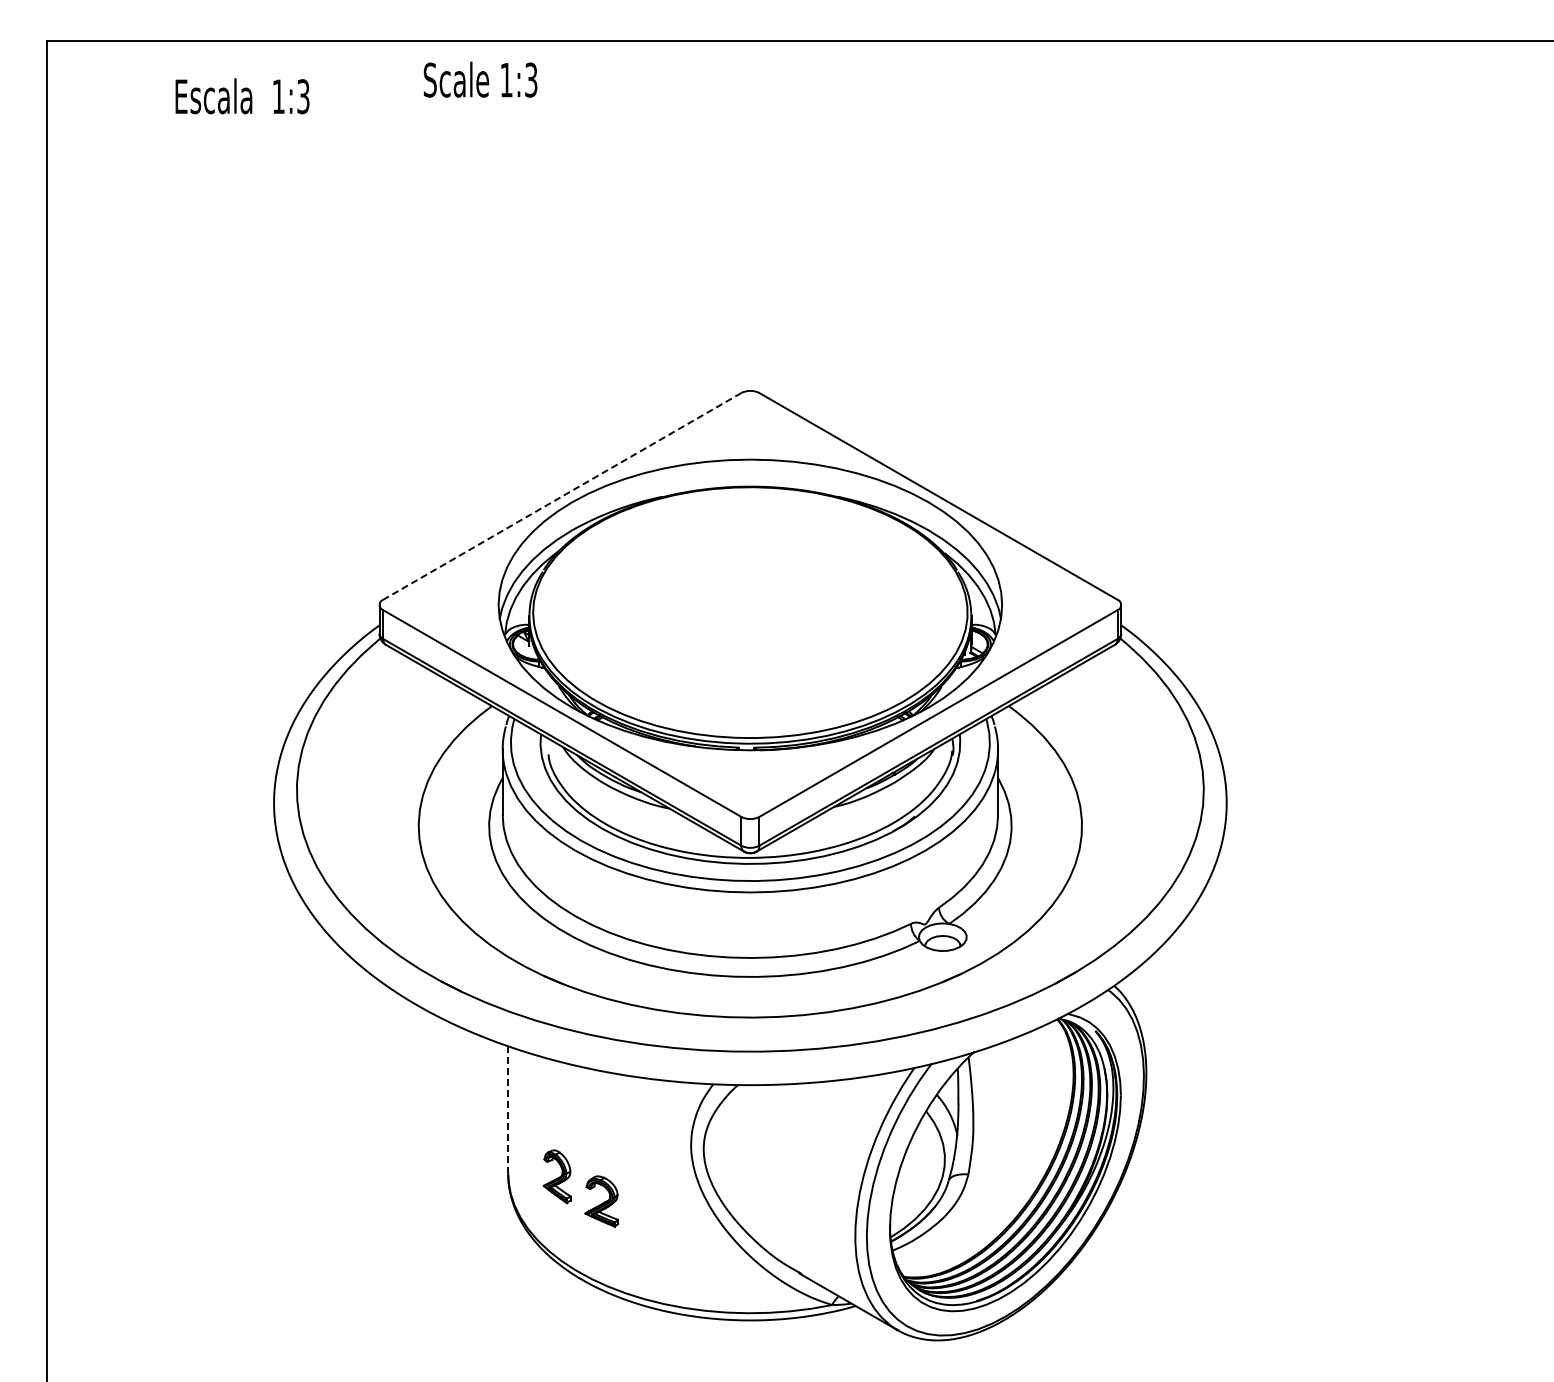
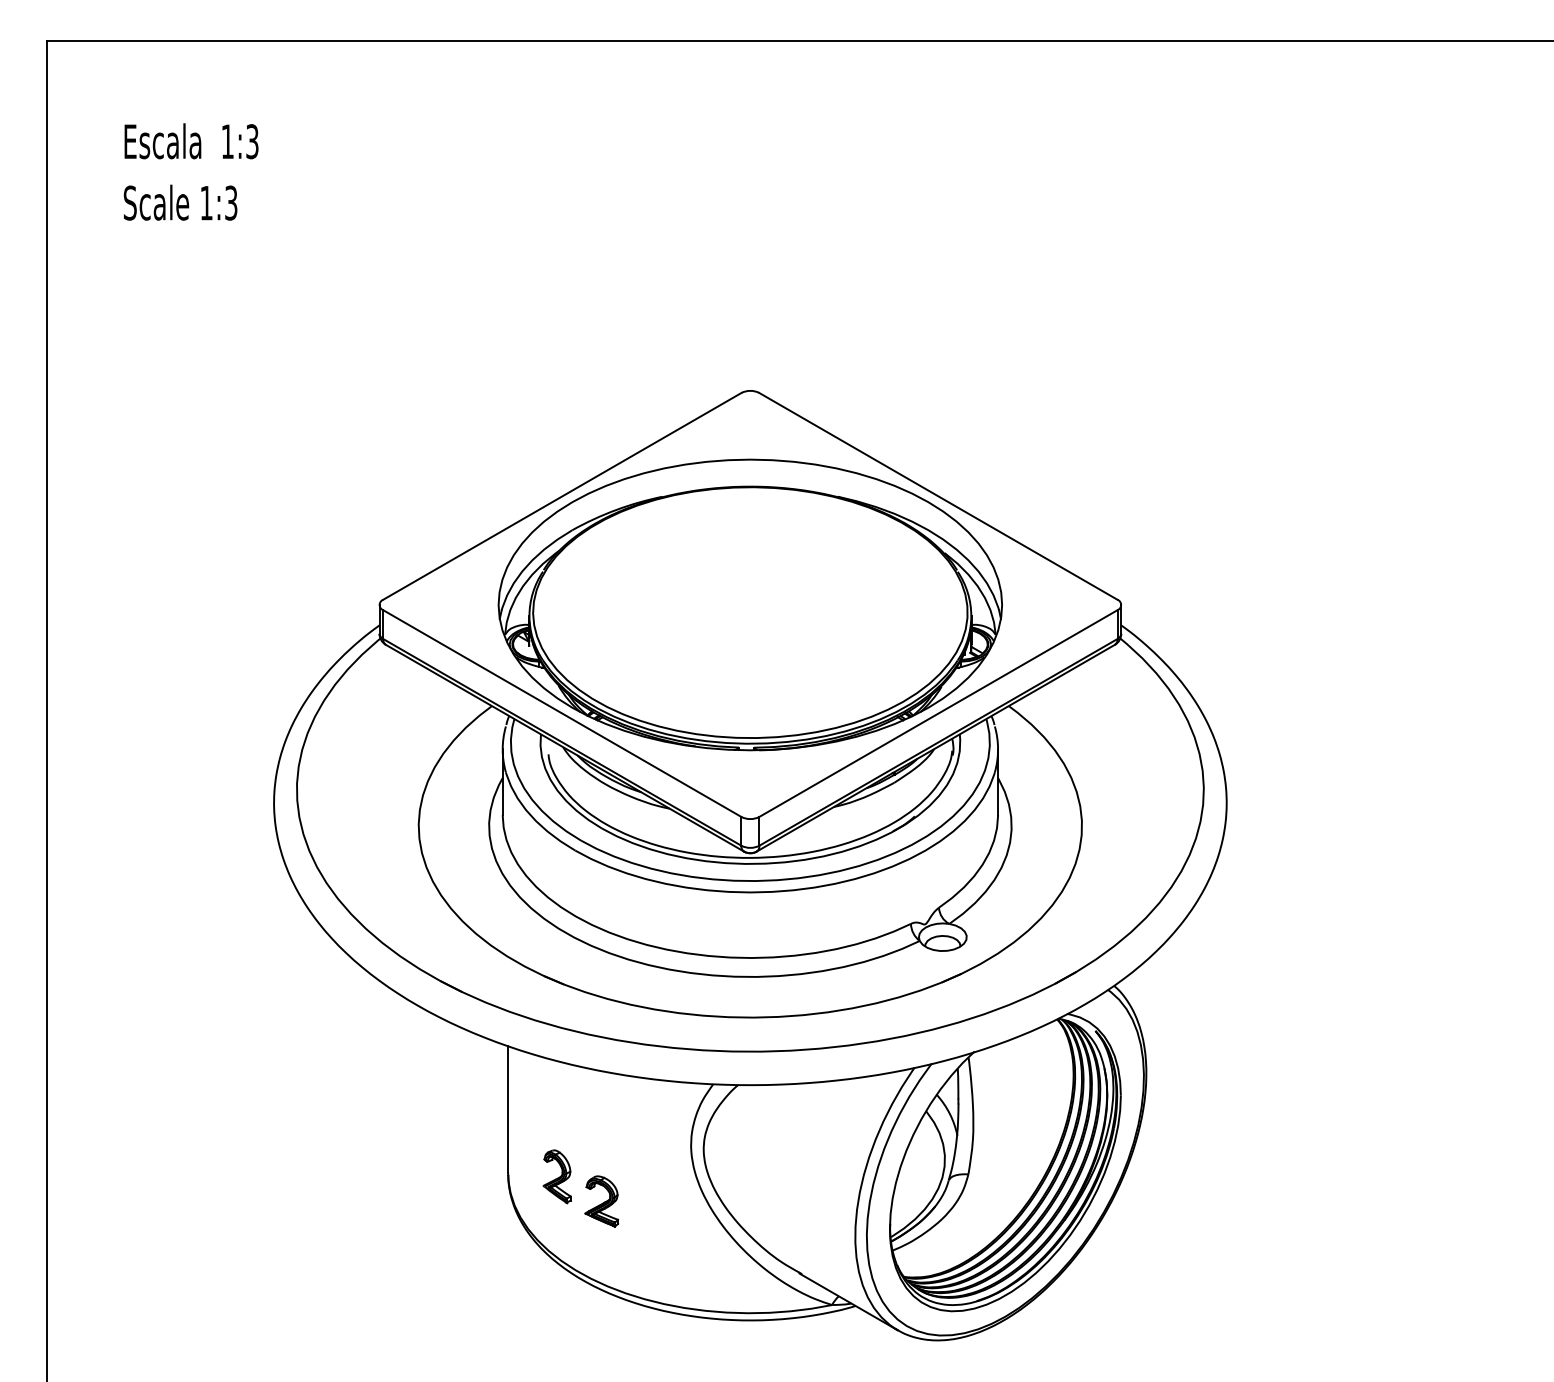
text at (480, 79) position: (480, 79) -> (180, 202)
text at (242, 96) position: (242, 96) -> (191, 141)
line at (562, 496): dashed -> solid
line at (508, 1109): dashed -> solid
